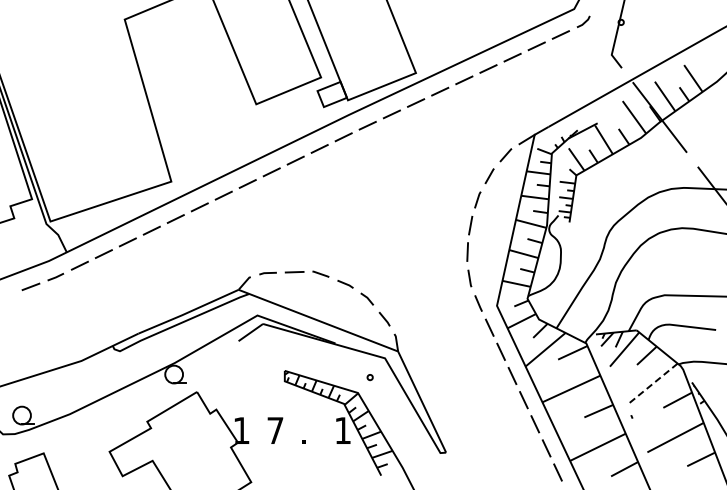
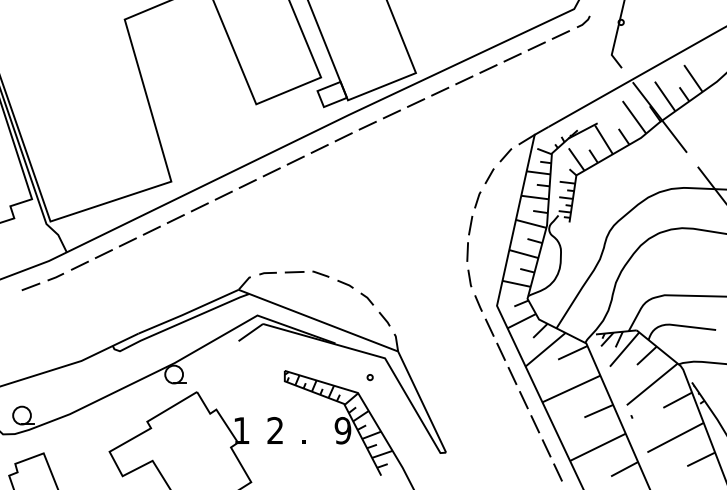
line at (652, 384): dashed -> solid
text at (275, 430): 7 -> 2
text at (342, 430): 1 -> 9
